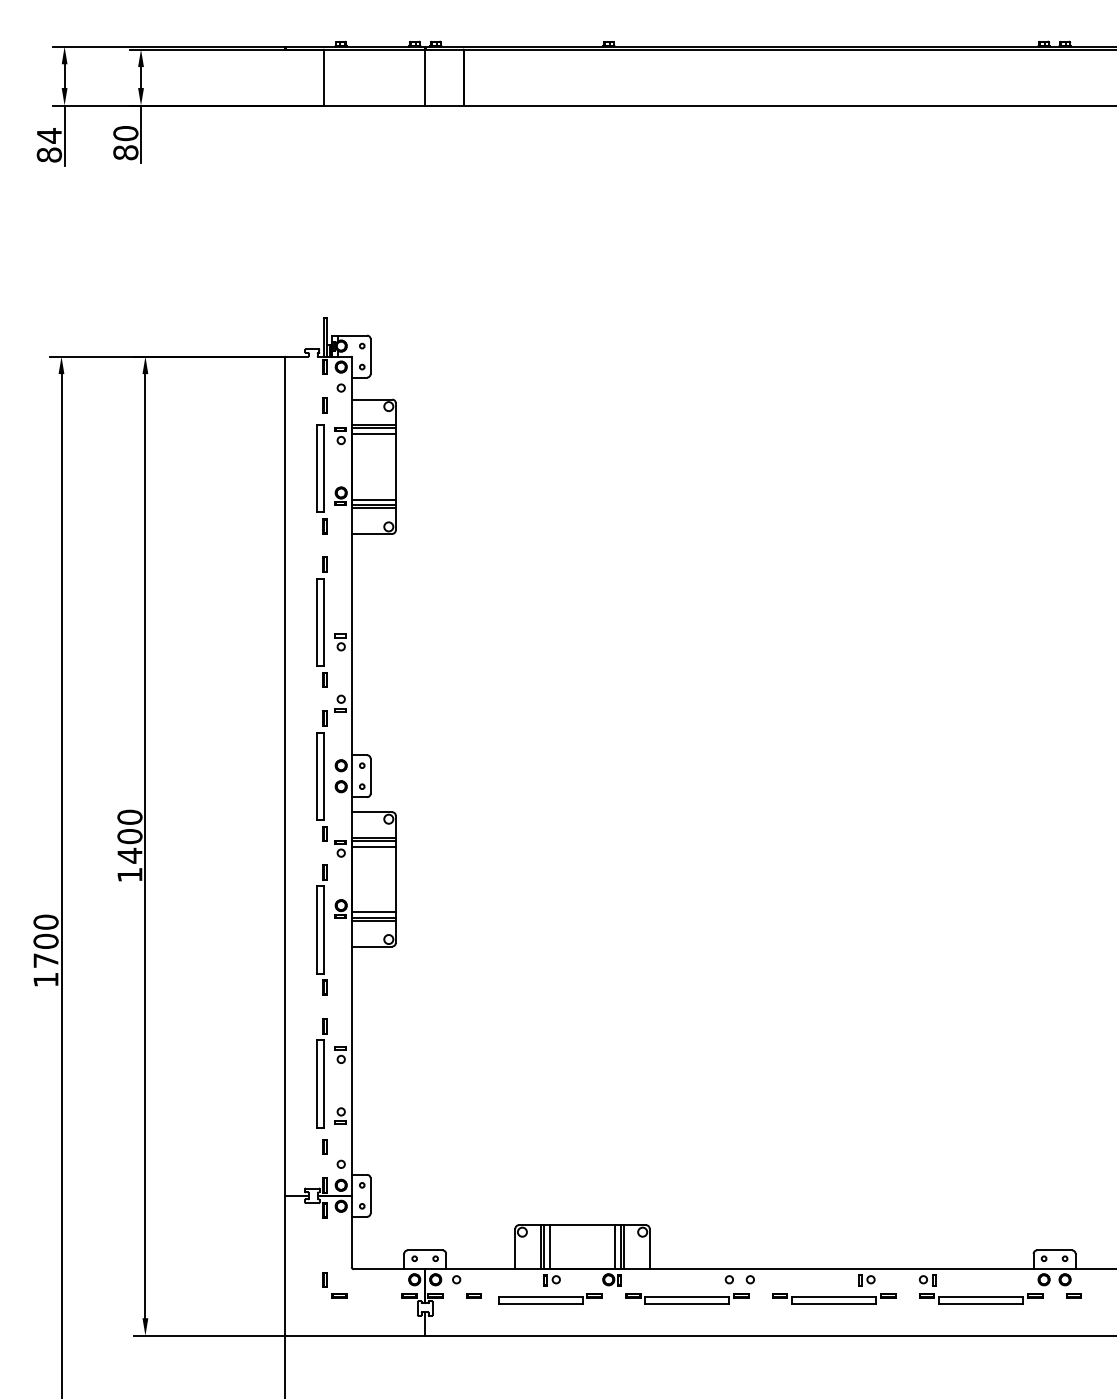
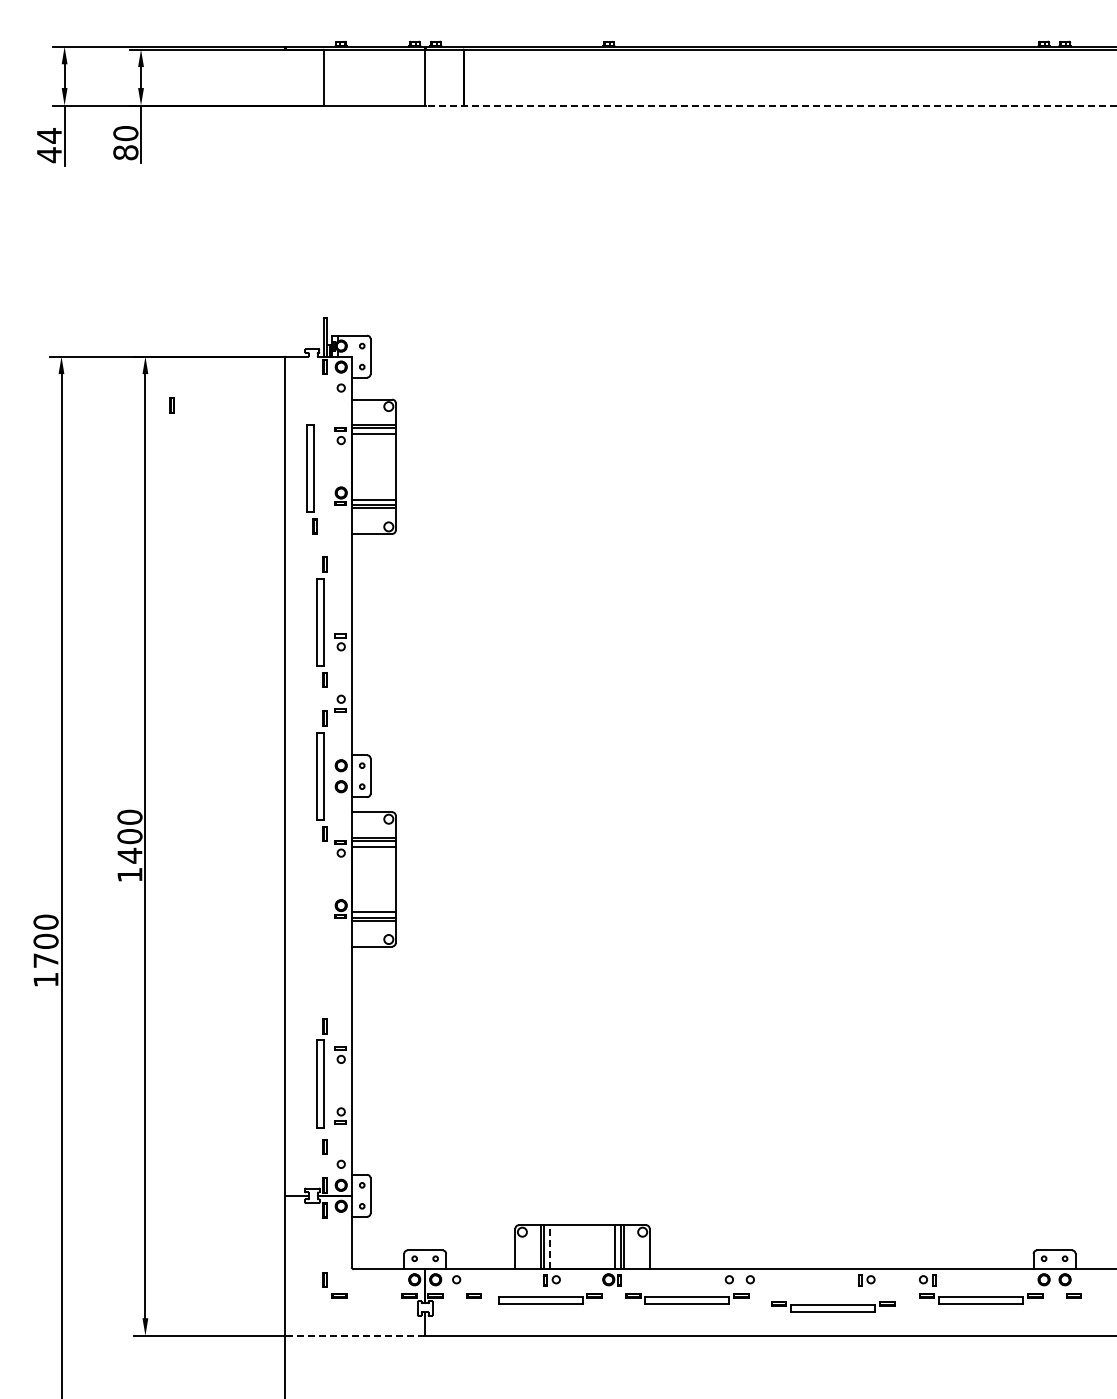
line at (770, 105): solid -> dashed
text at (49, 155): 84 -> 44
part at (324, 405) position: (324, 405) -> (171, 405)
part at (321, 479) position: (321, 479) -> (311, 479)
part at (321, 929): present -> none
line at (549, 1246): solid -> dashed
part at (834, 1298) position: (834, 1298) -> (833, 1306)
line at (354, 1335): solid -> dashed
